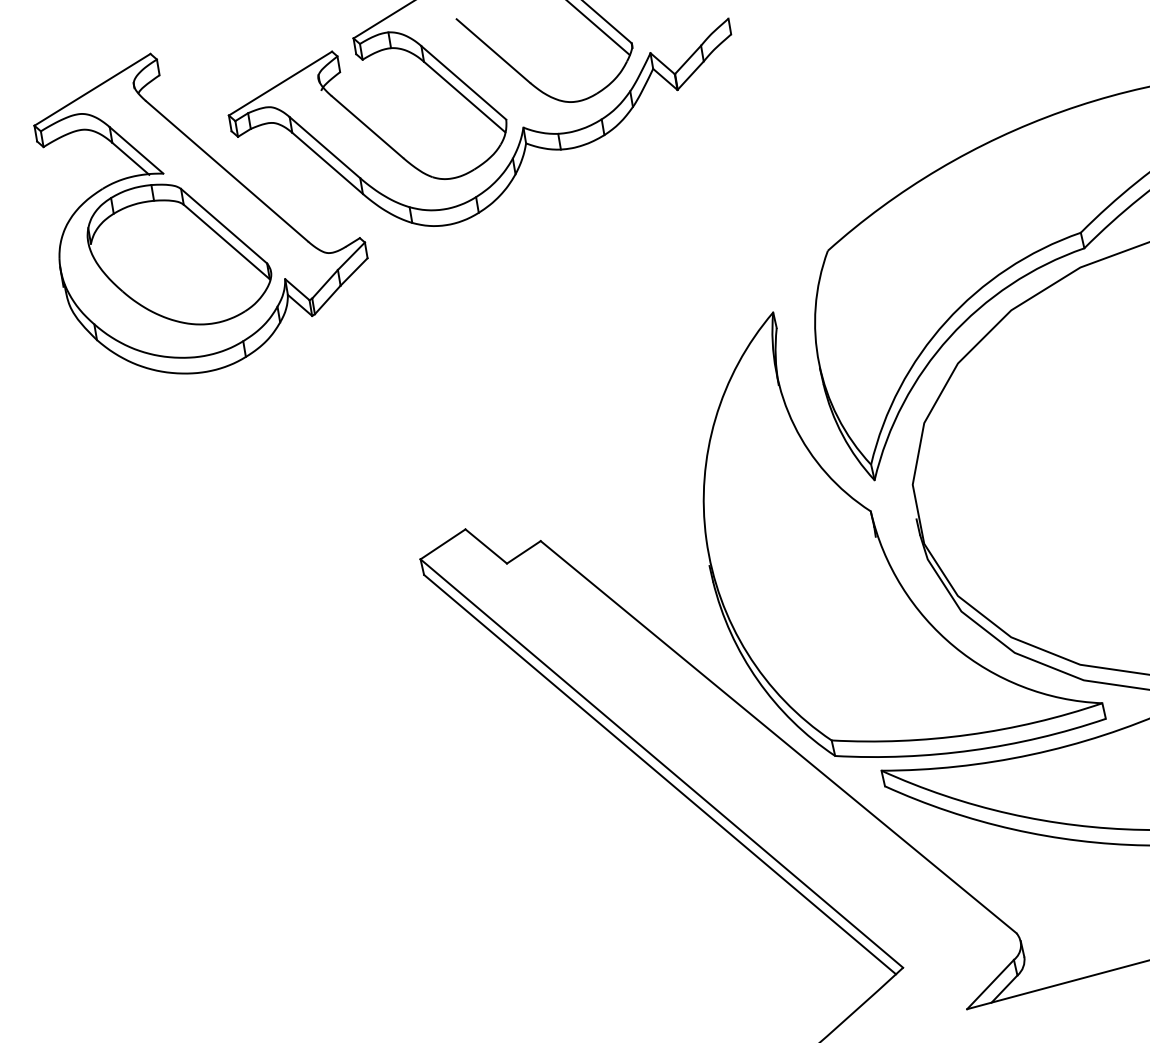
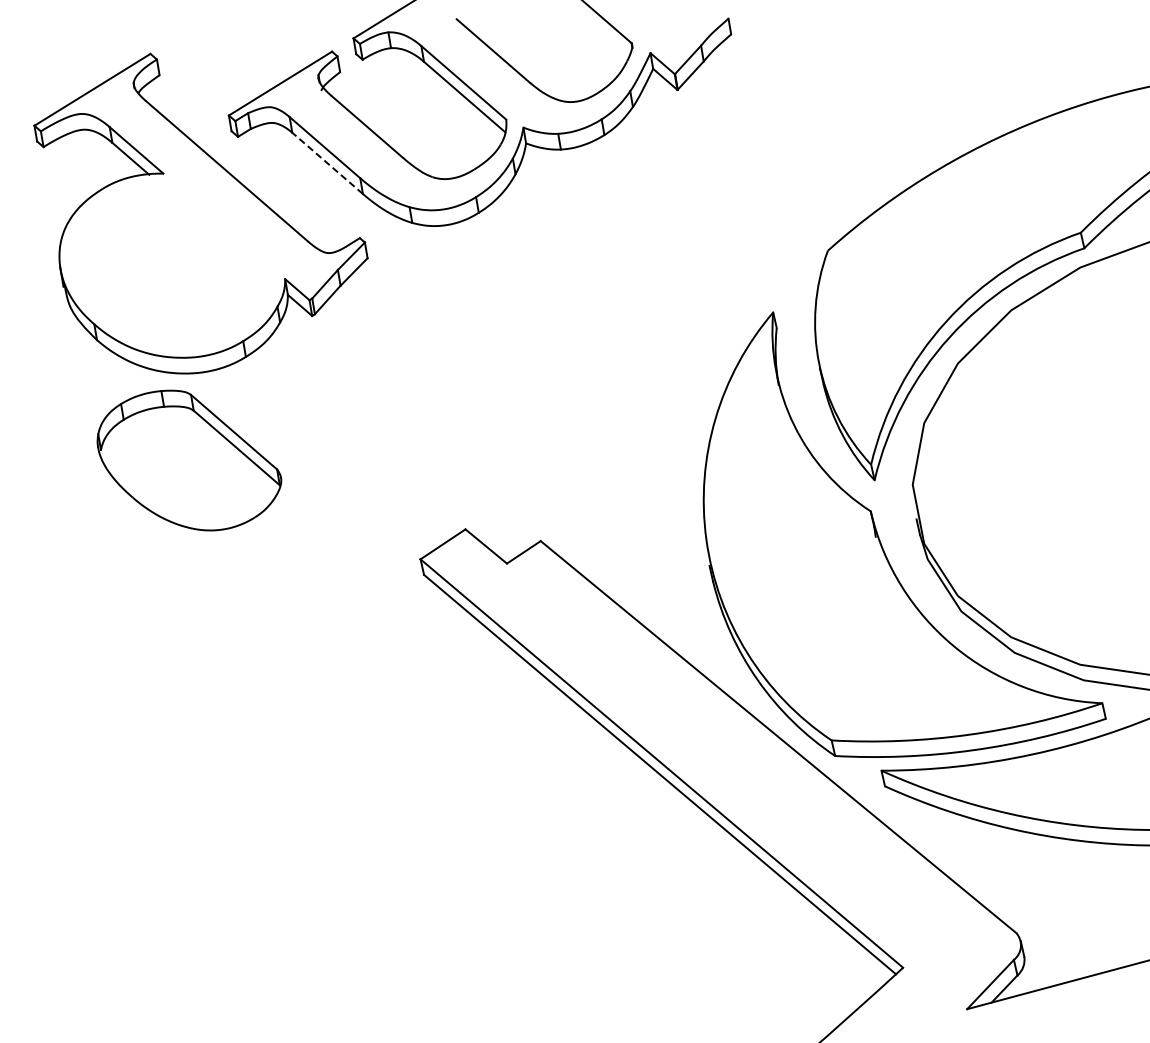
line at (598, 28): present -> none
line at (327, 163): solid -> dashed
part at (179, 254) position: (179, 254) -> (189, 460)
